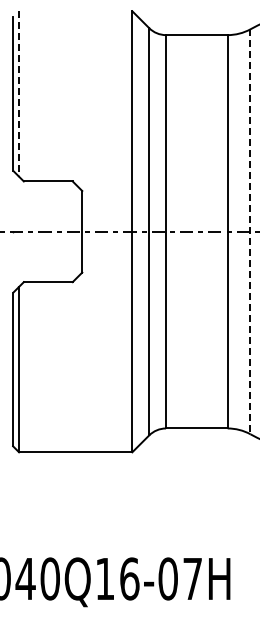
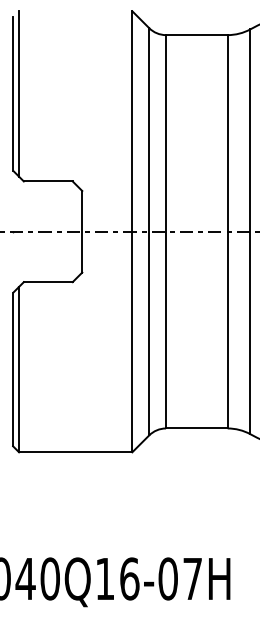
line at (19, 94): dashed -> solid
line at (250, 232): dashed -> solid
